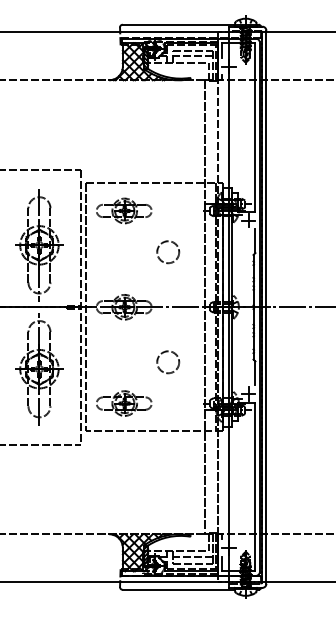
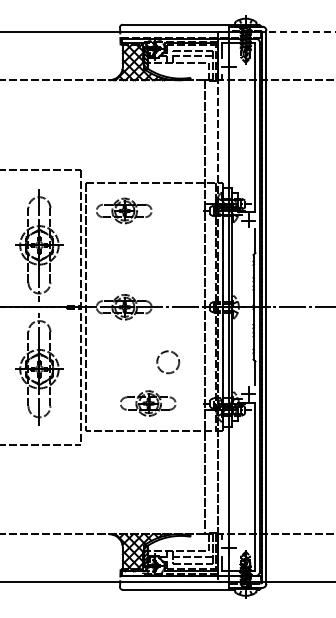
line at (300, 32): solid -> dashed
circle at (168, 252): present -> none
part at (124, 403) position: (124, 403) -> (148, 403)
